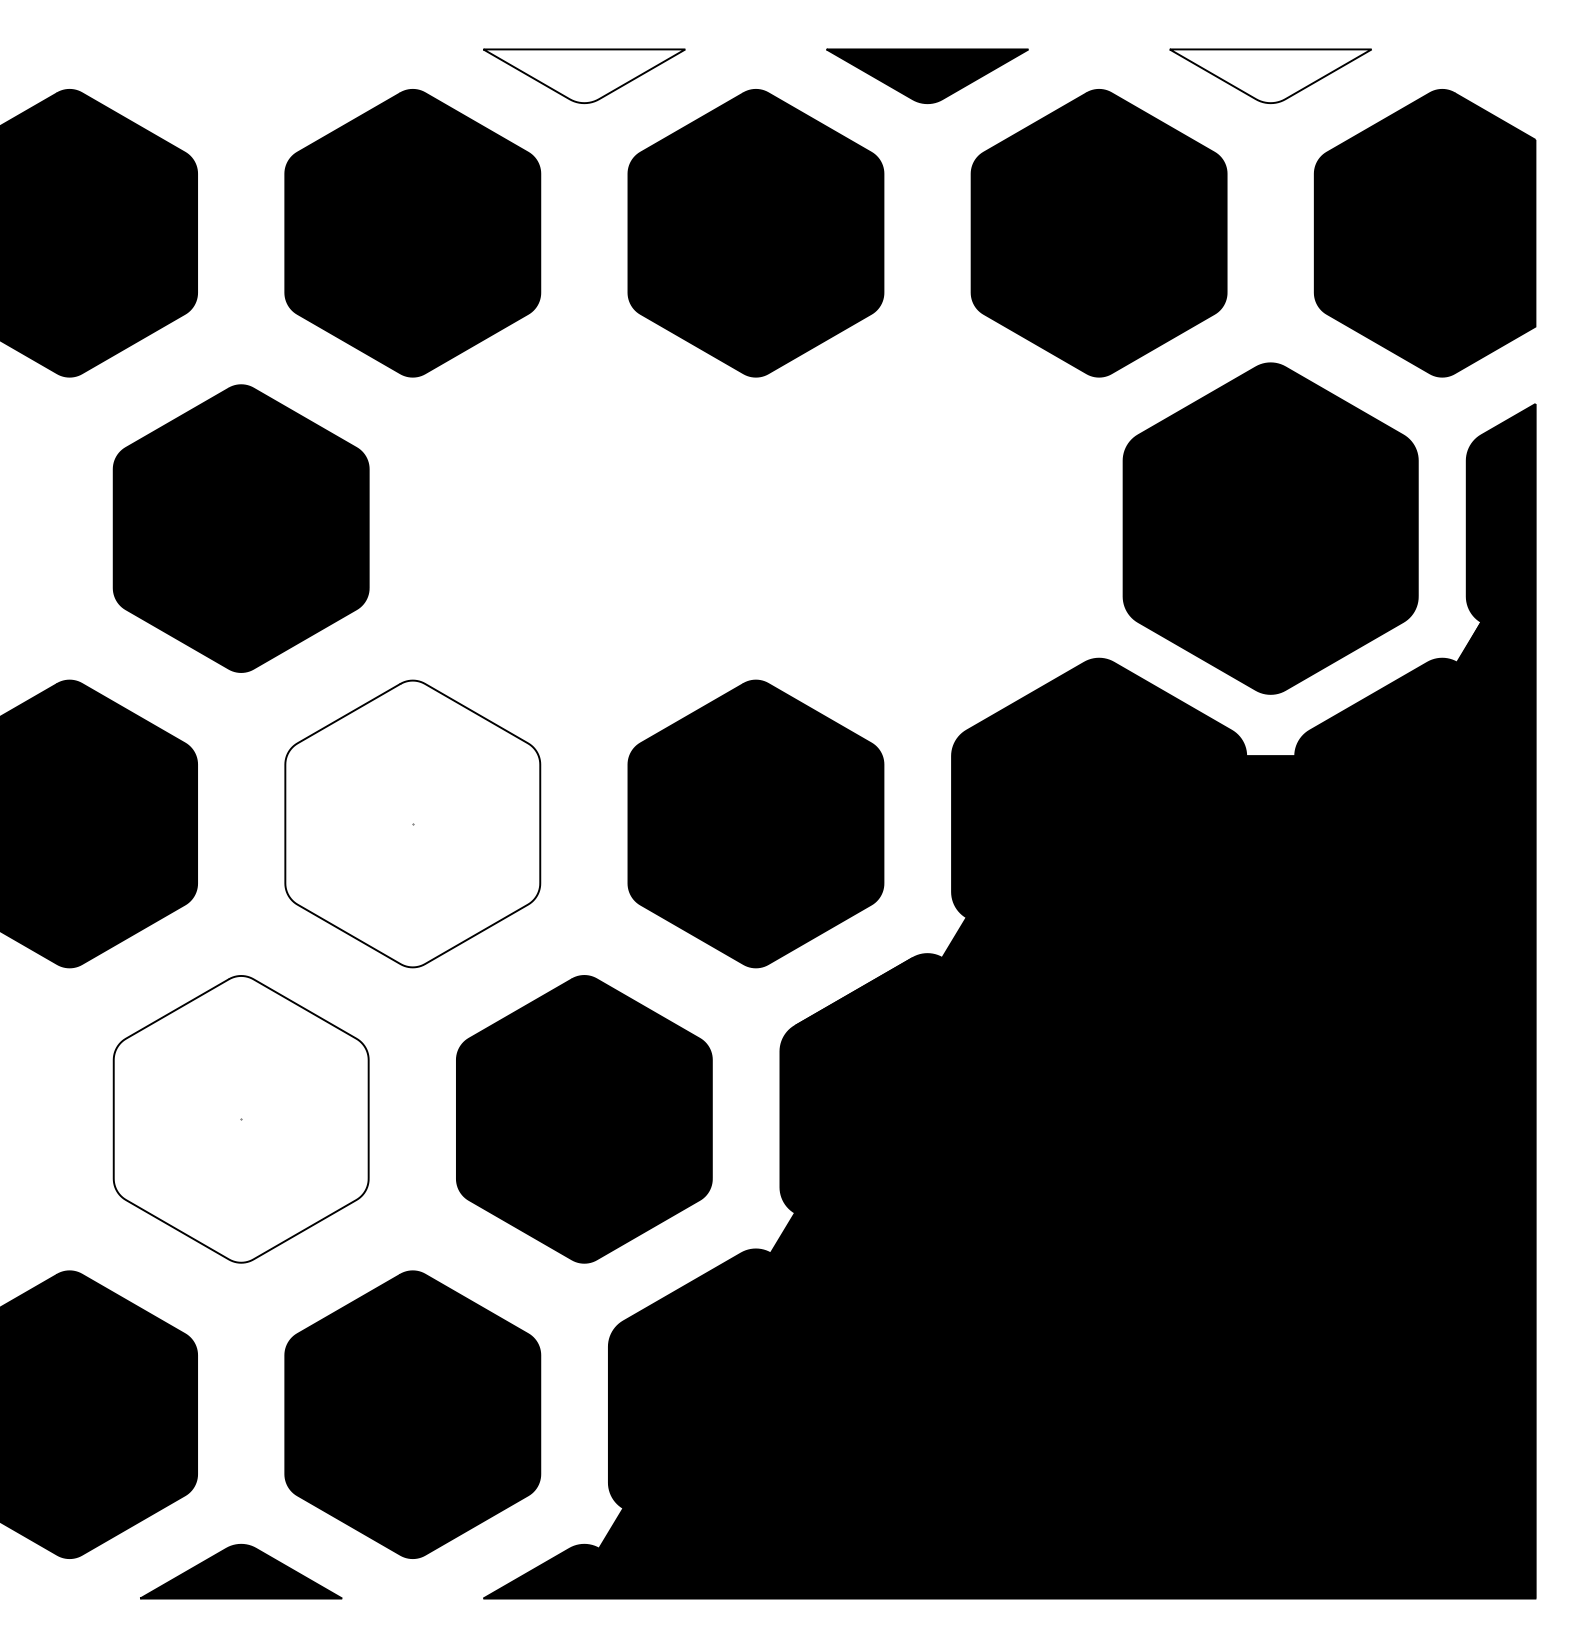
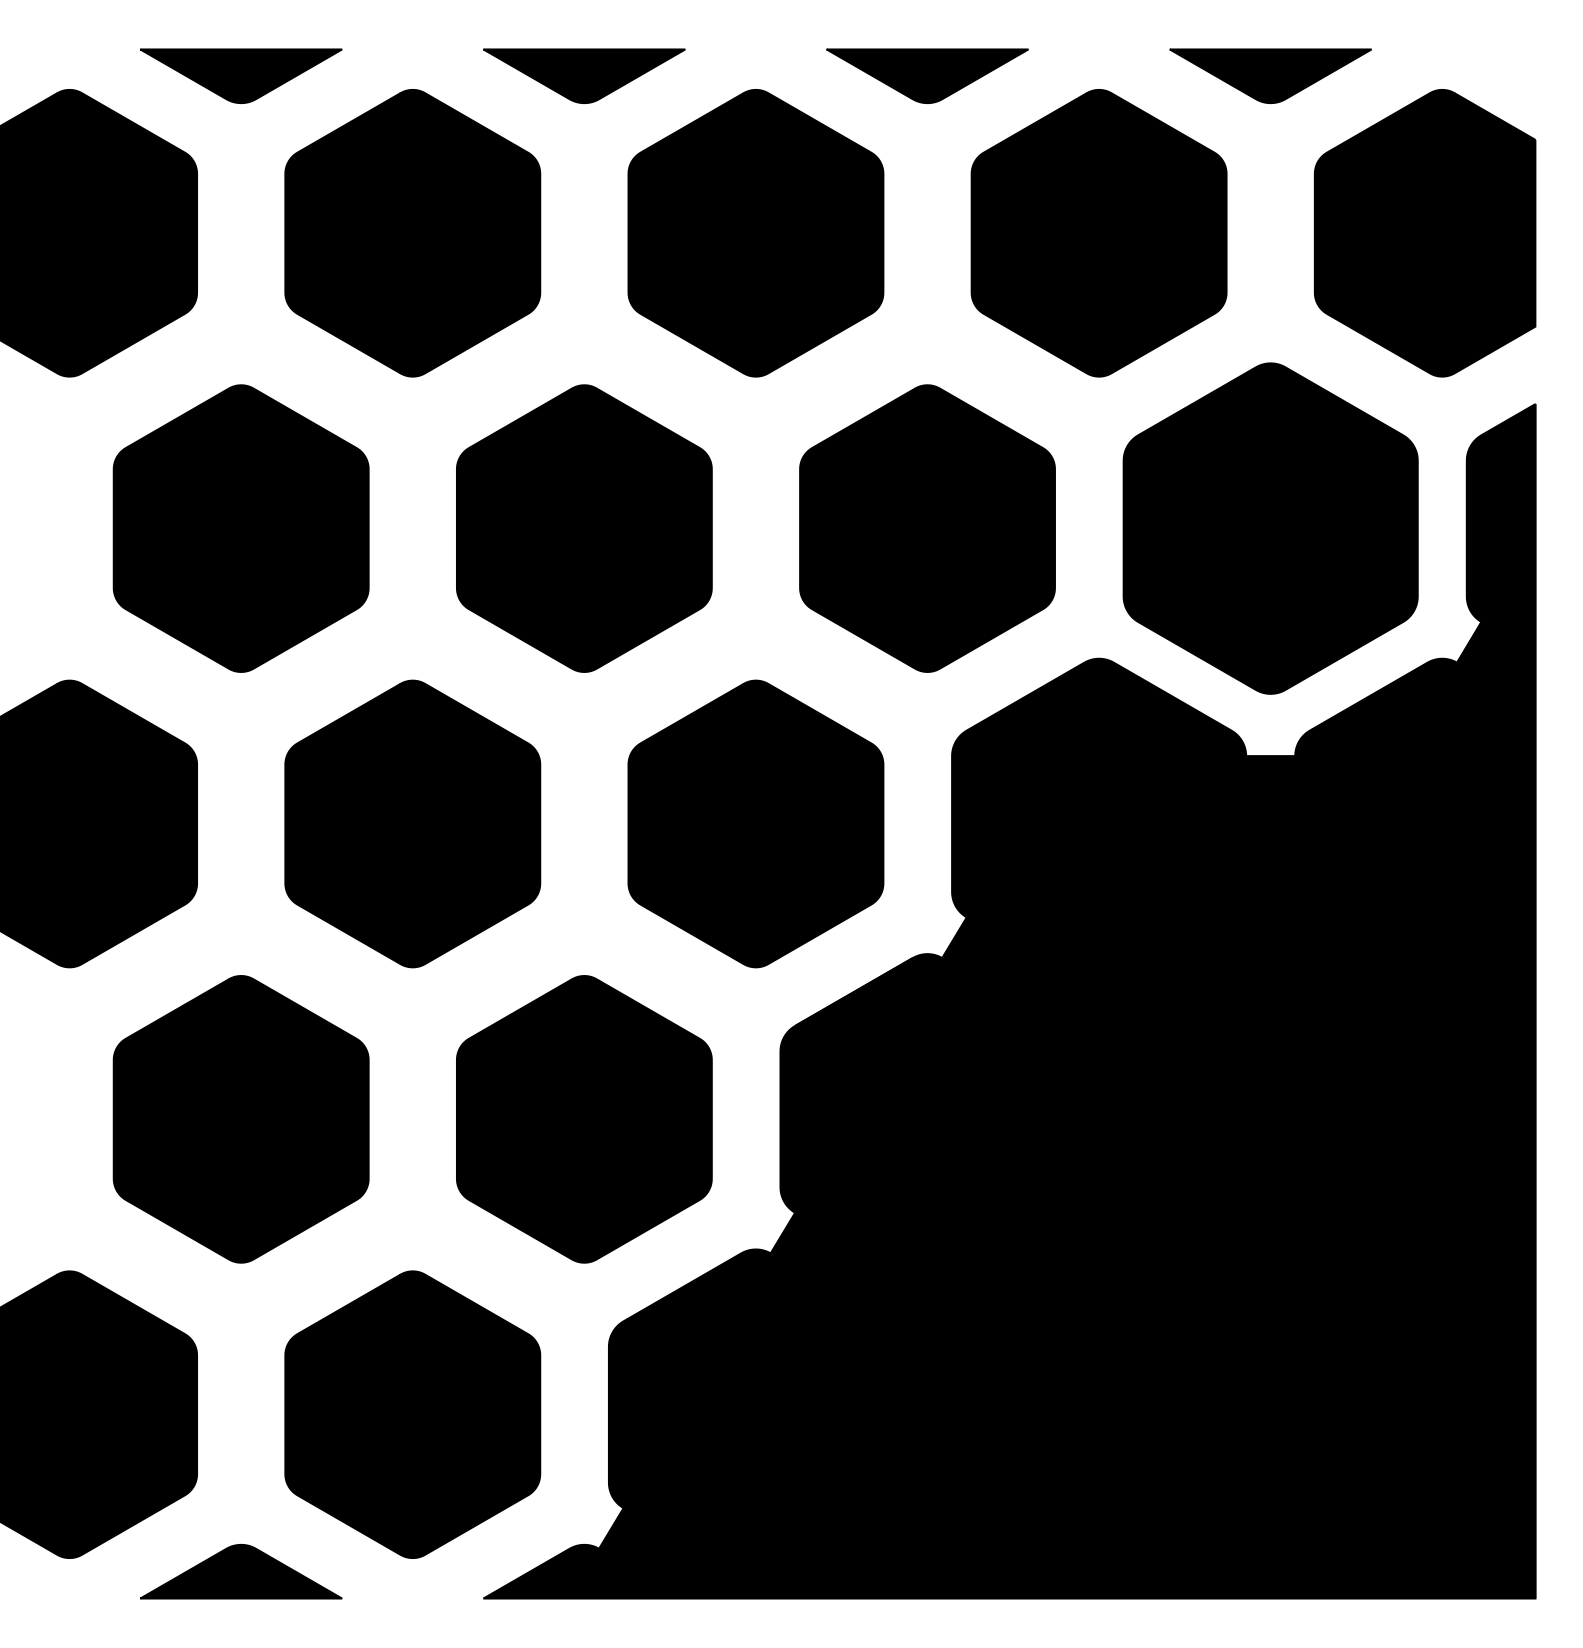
part at (241, 75): none -> present
fill at (584, 76): none -> present
fill at (1270, 76): none -> present
part at (584, 528): none -> present
part at (927, 528): none -> present
fill at (412, 823): none -> present
fill at (240, 1118): none -> present
